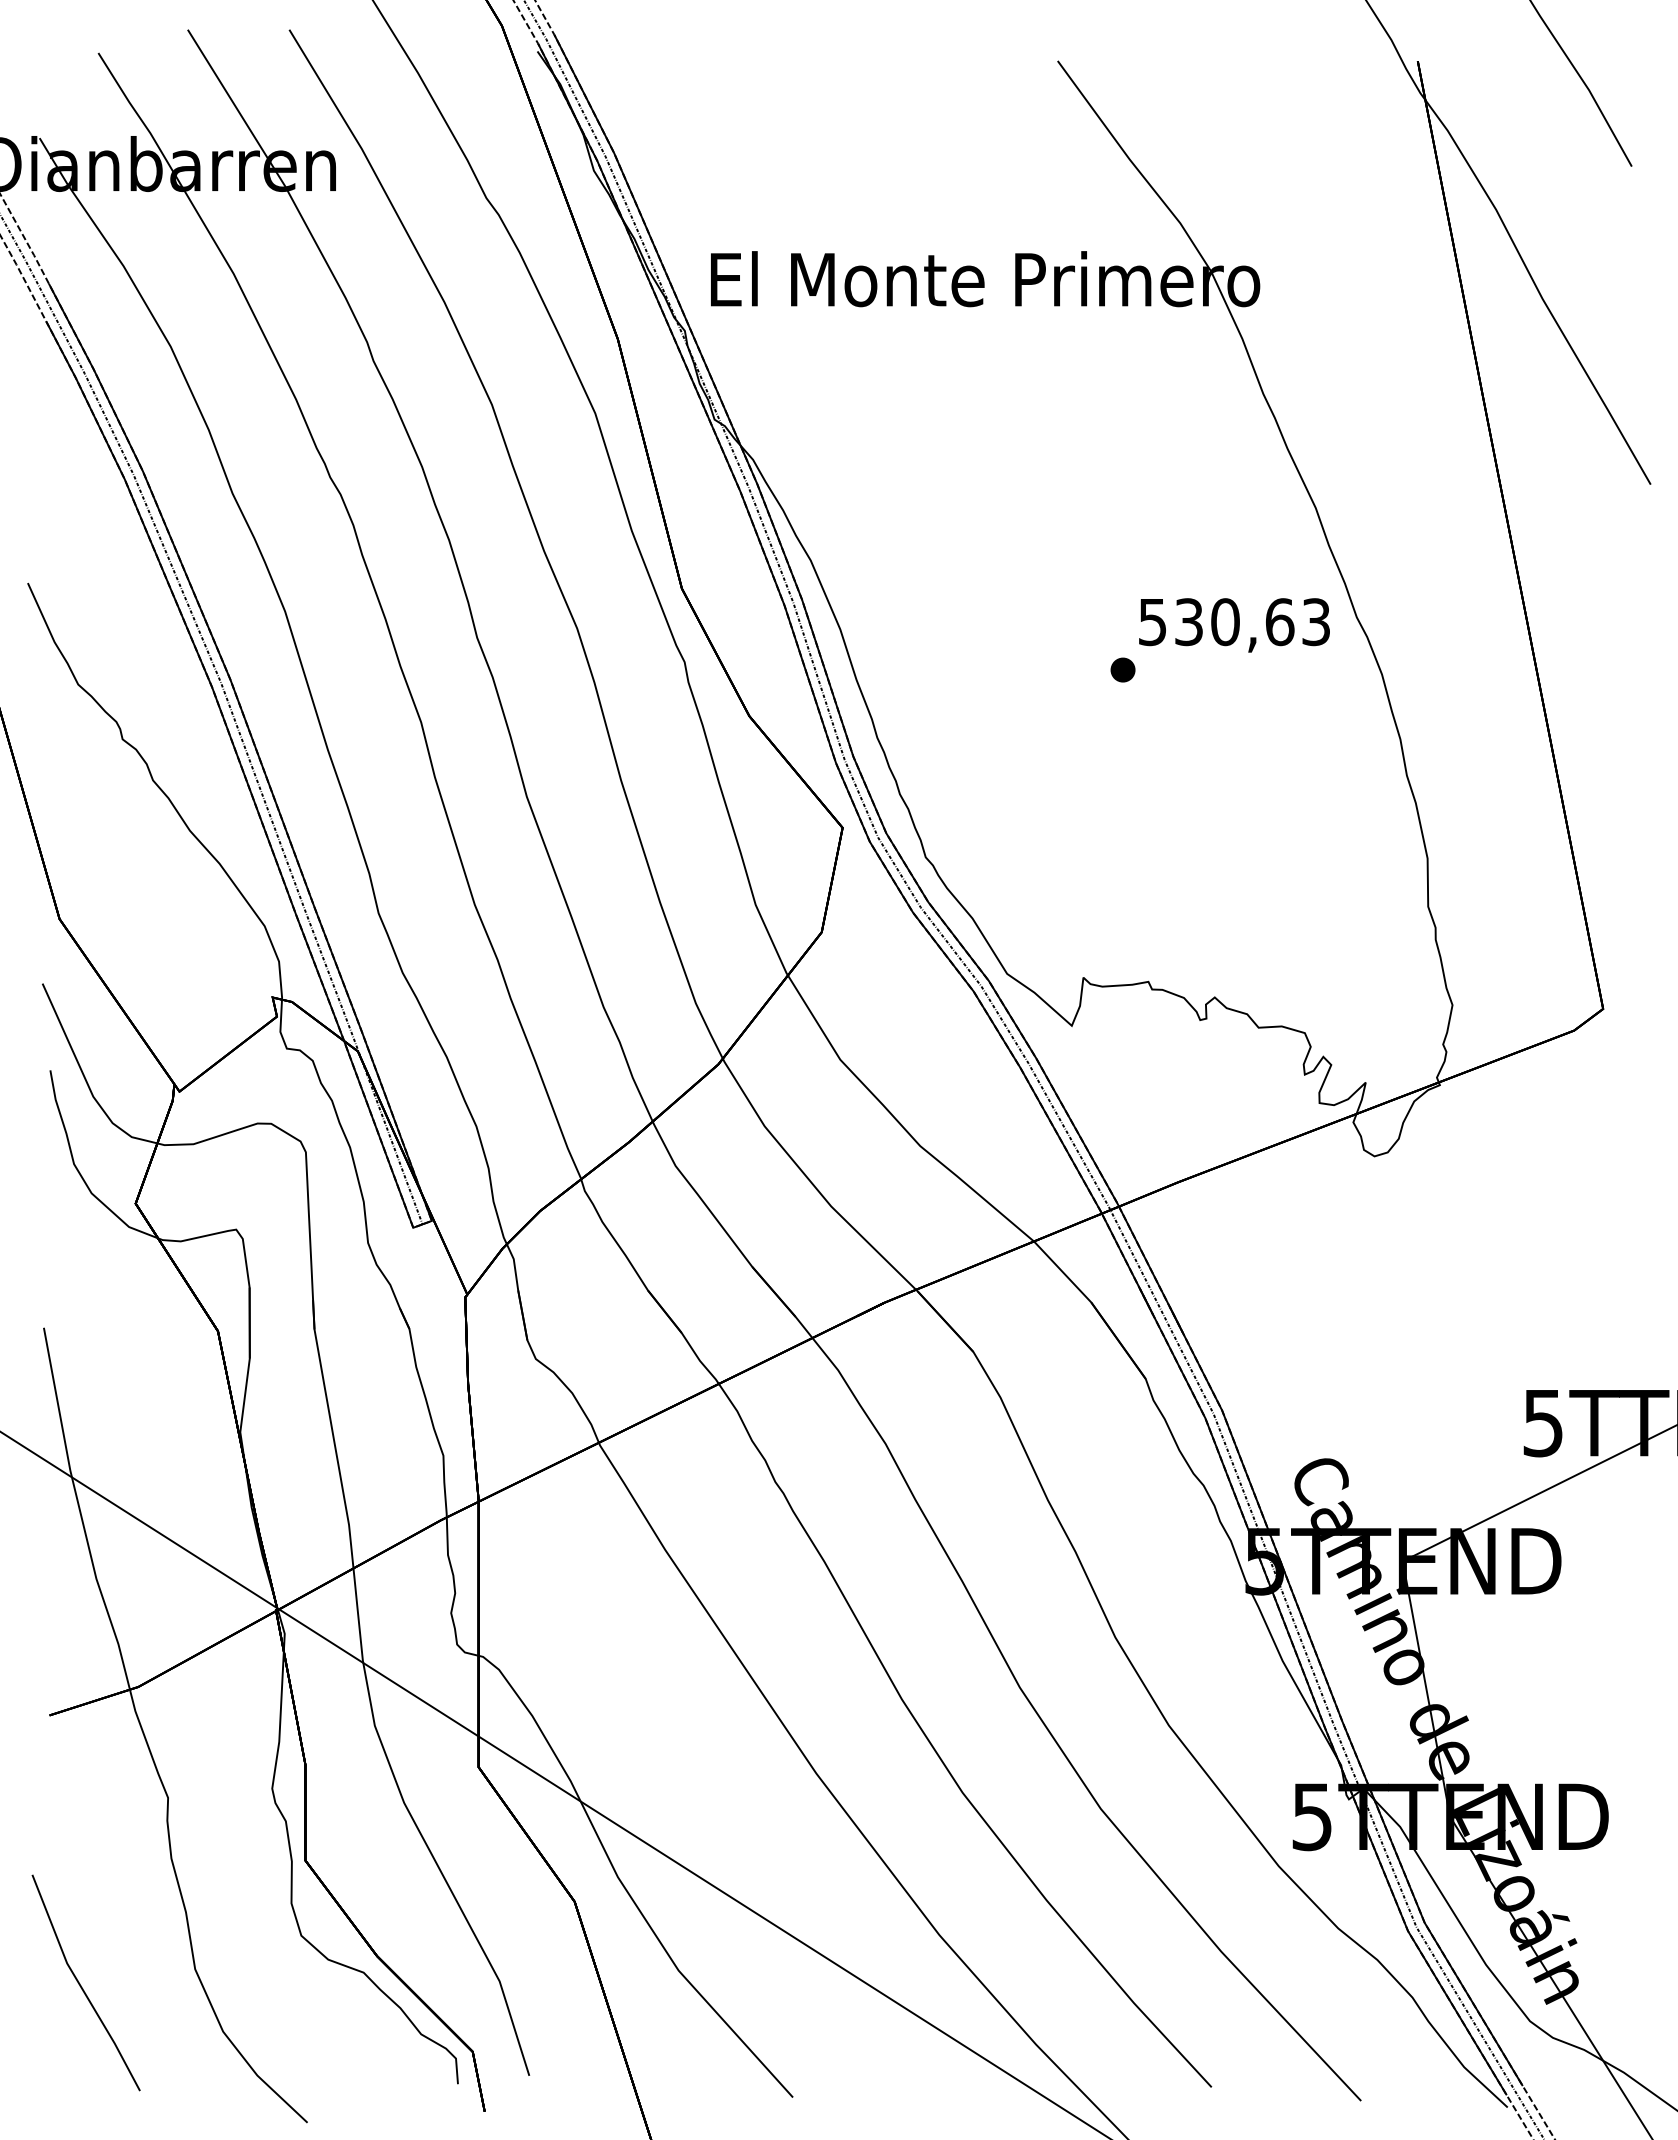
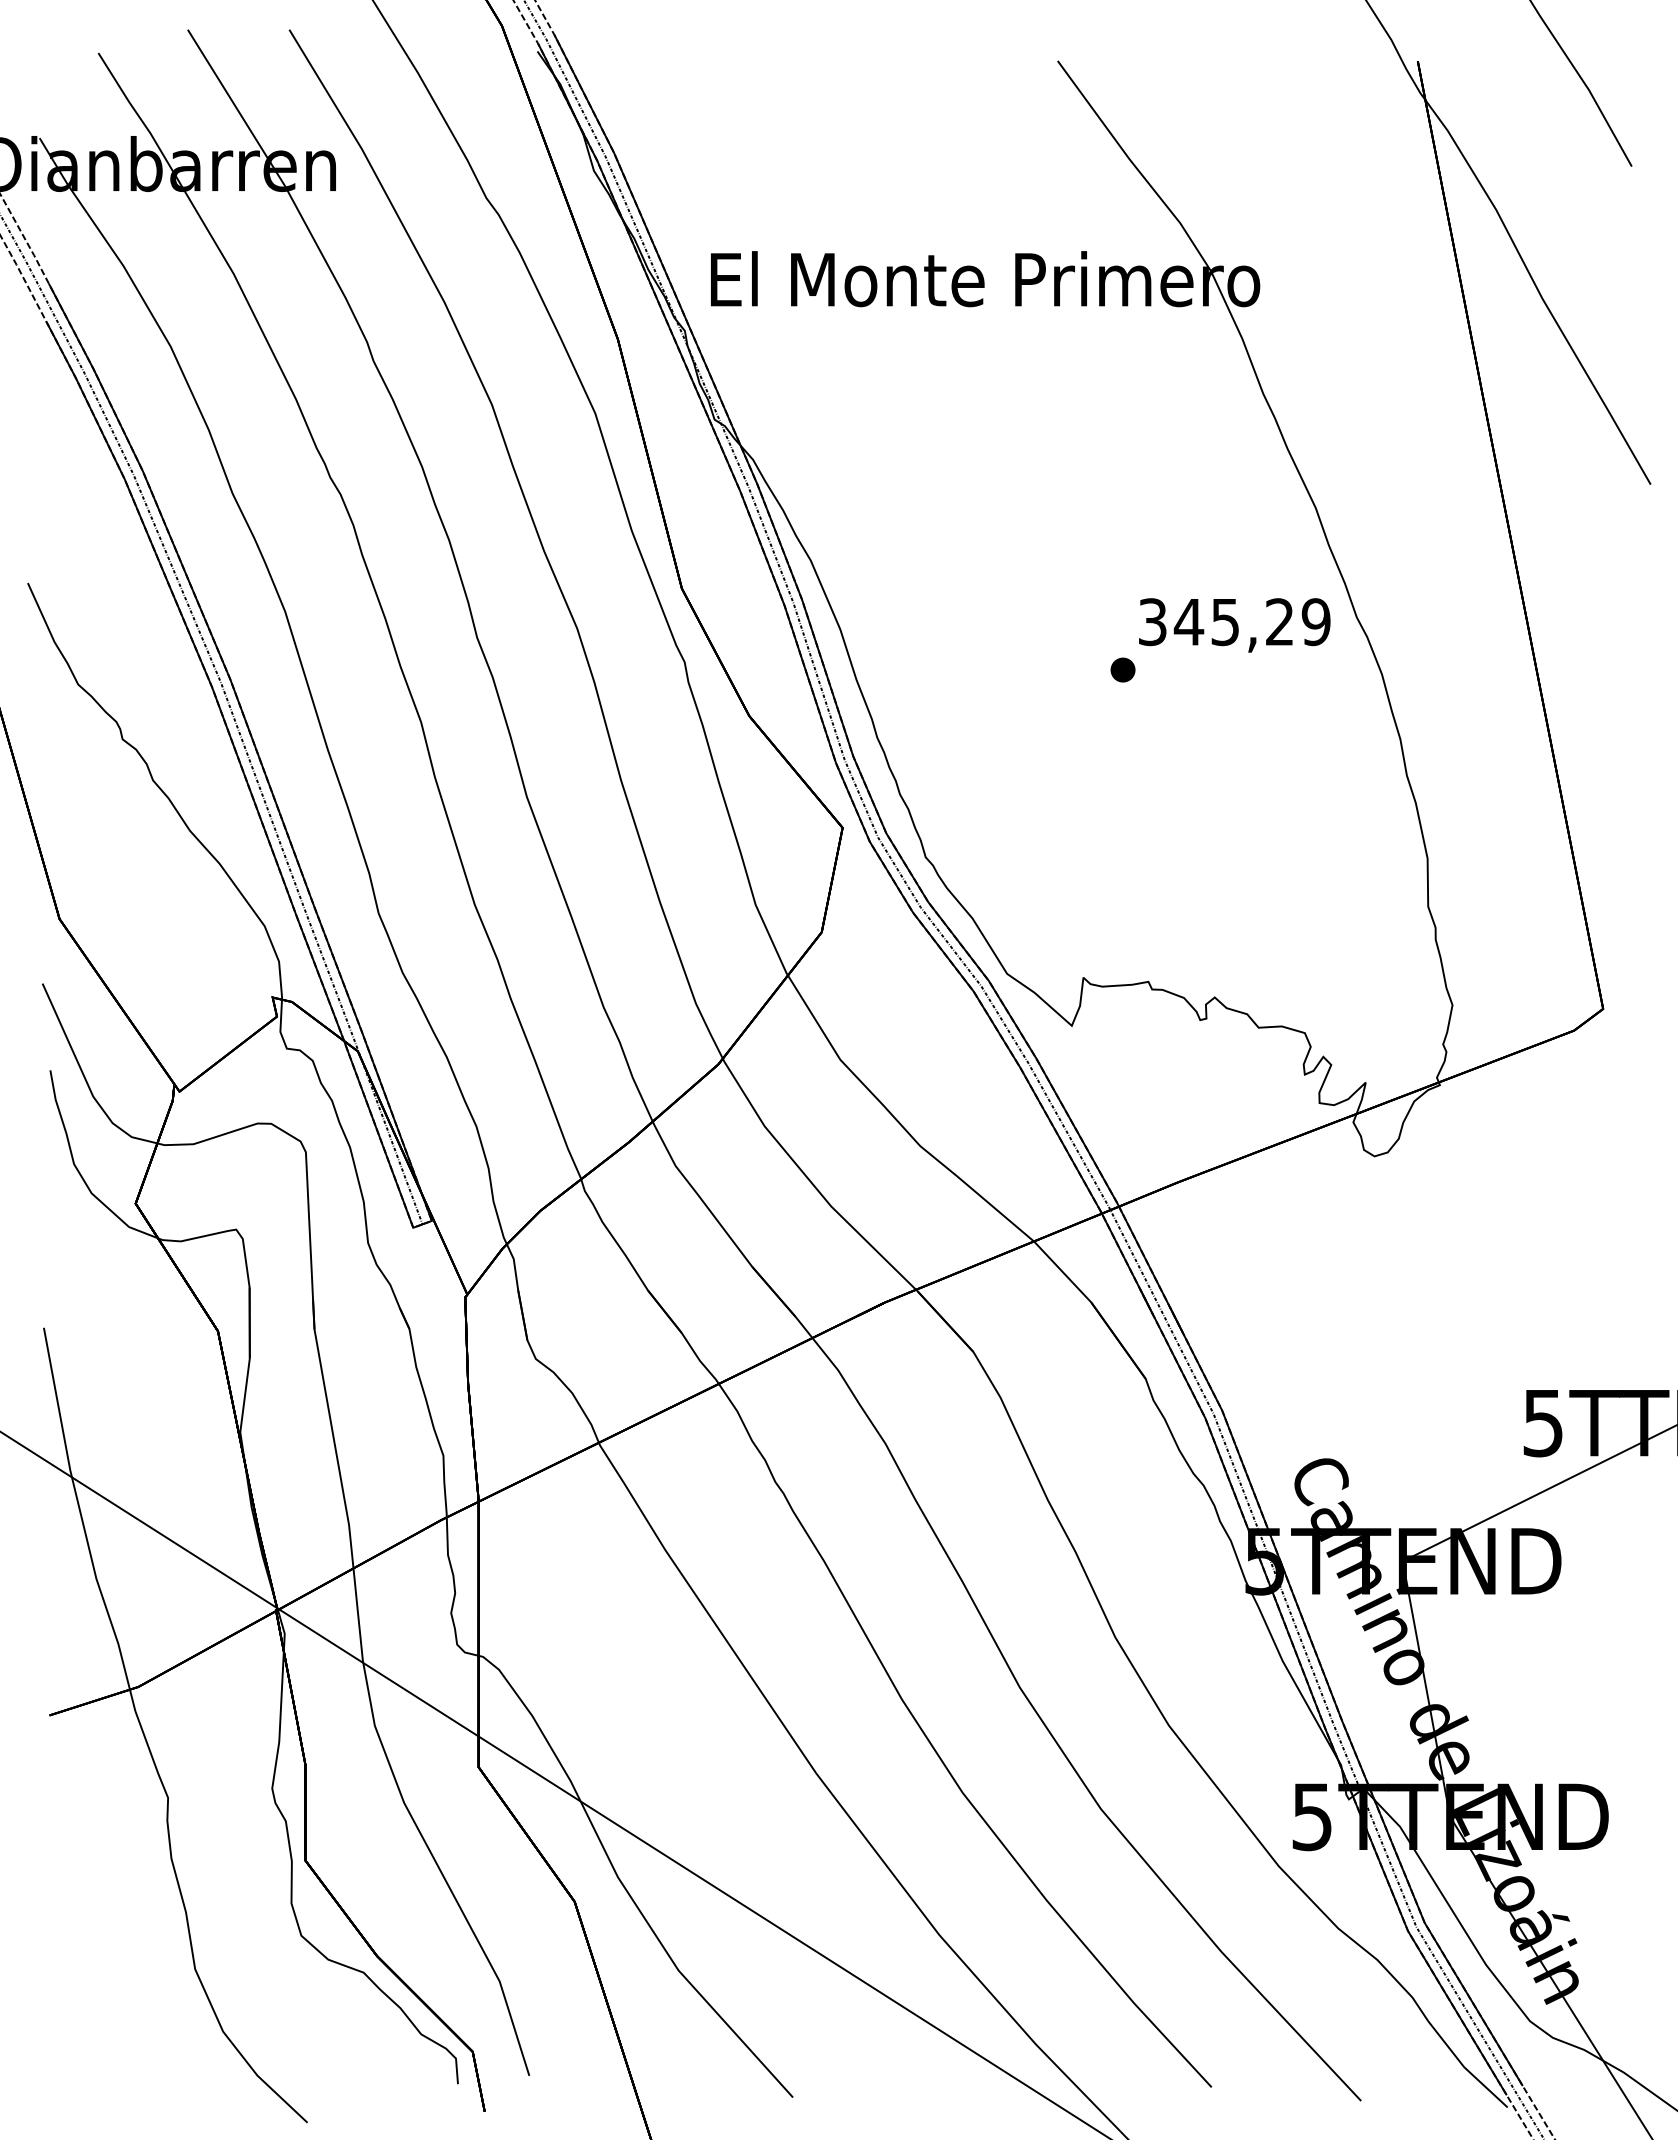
text at (1234, 622): 530,63 -> 345,29
part at (85, 1982): present -> none
